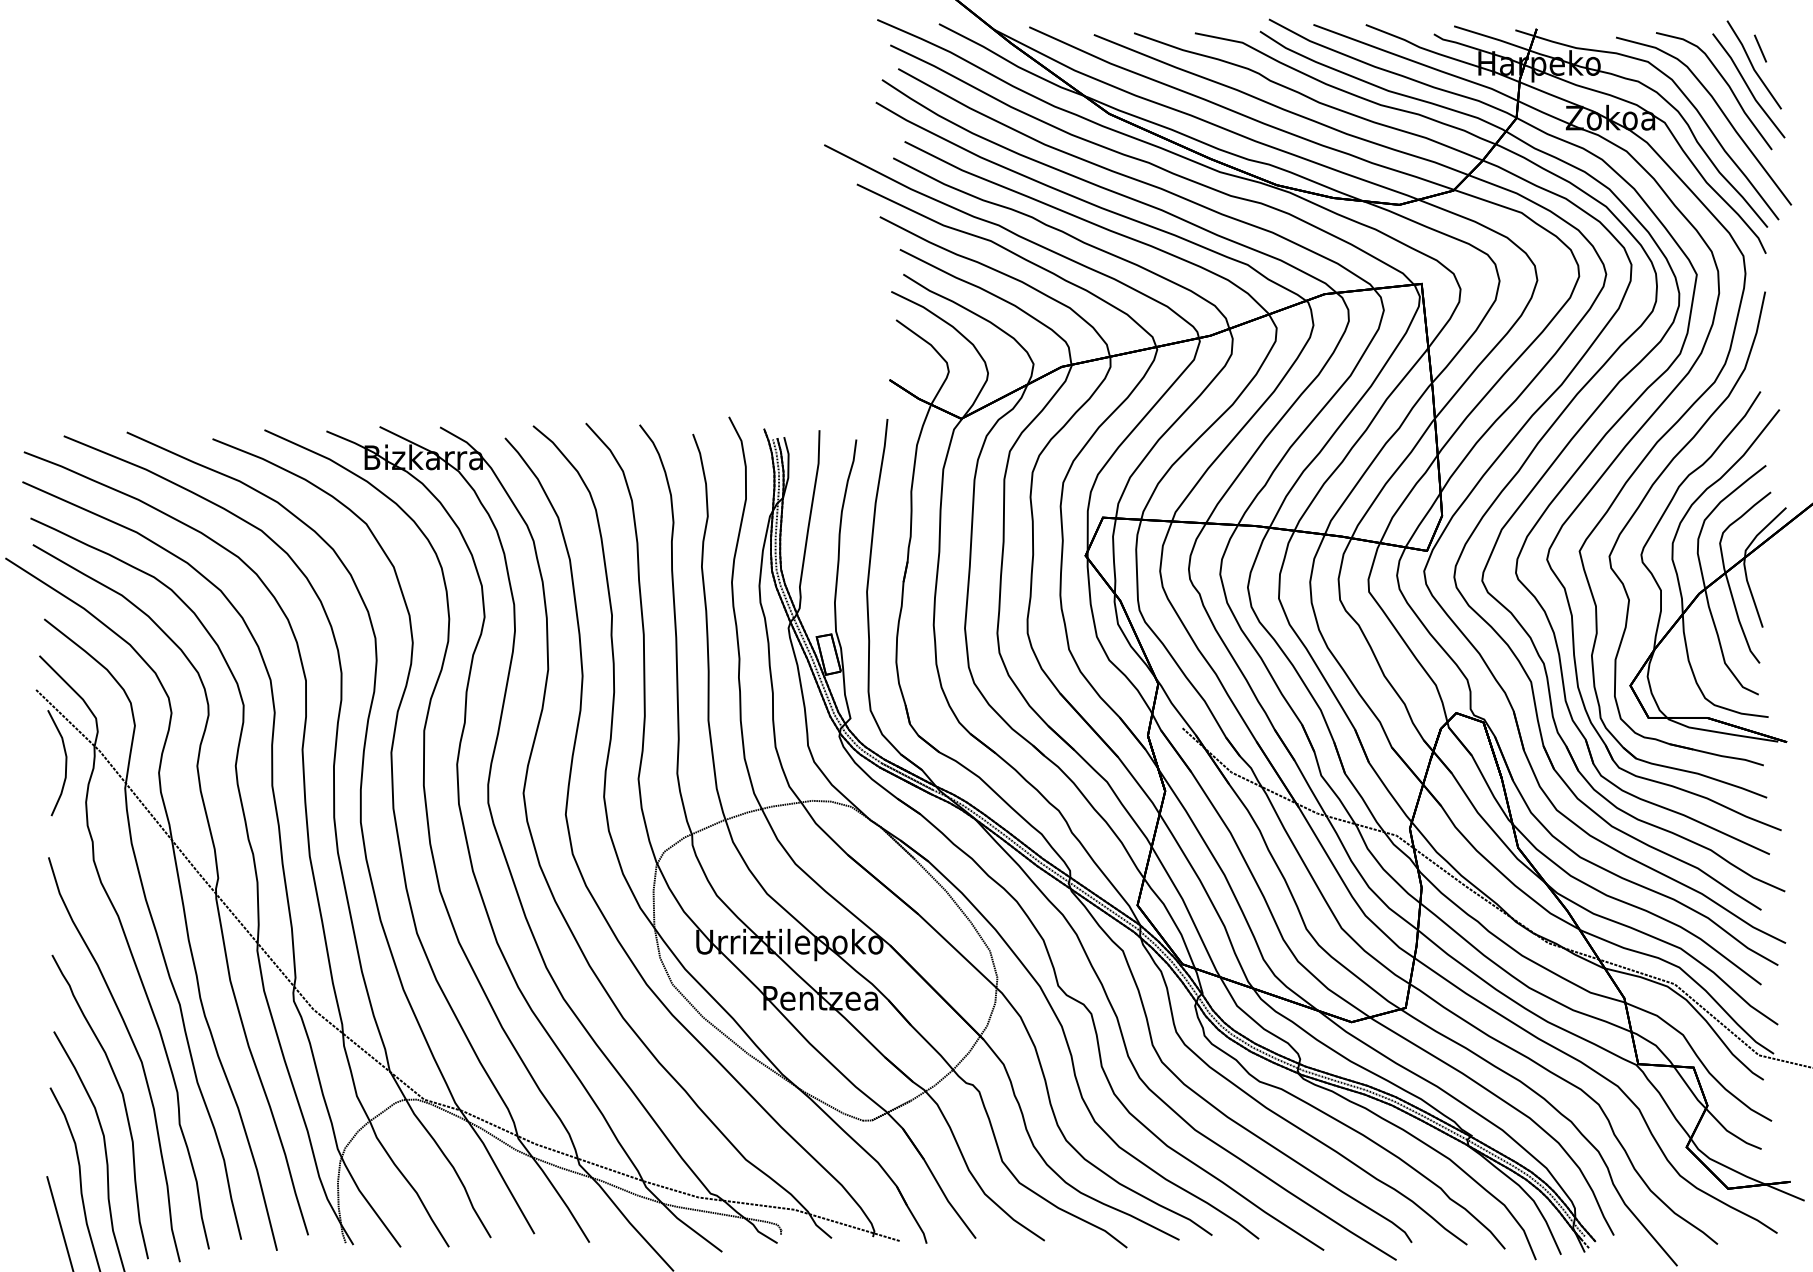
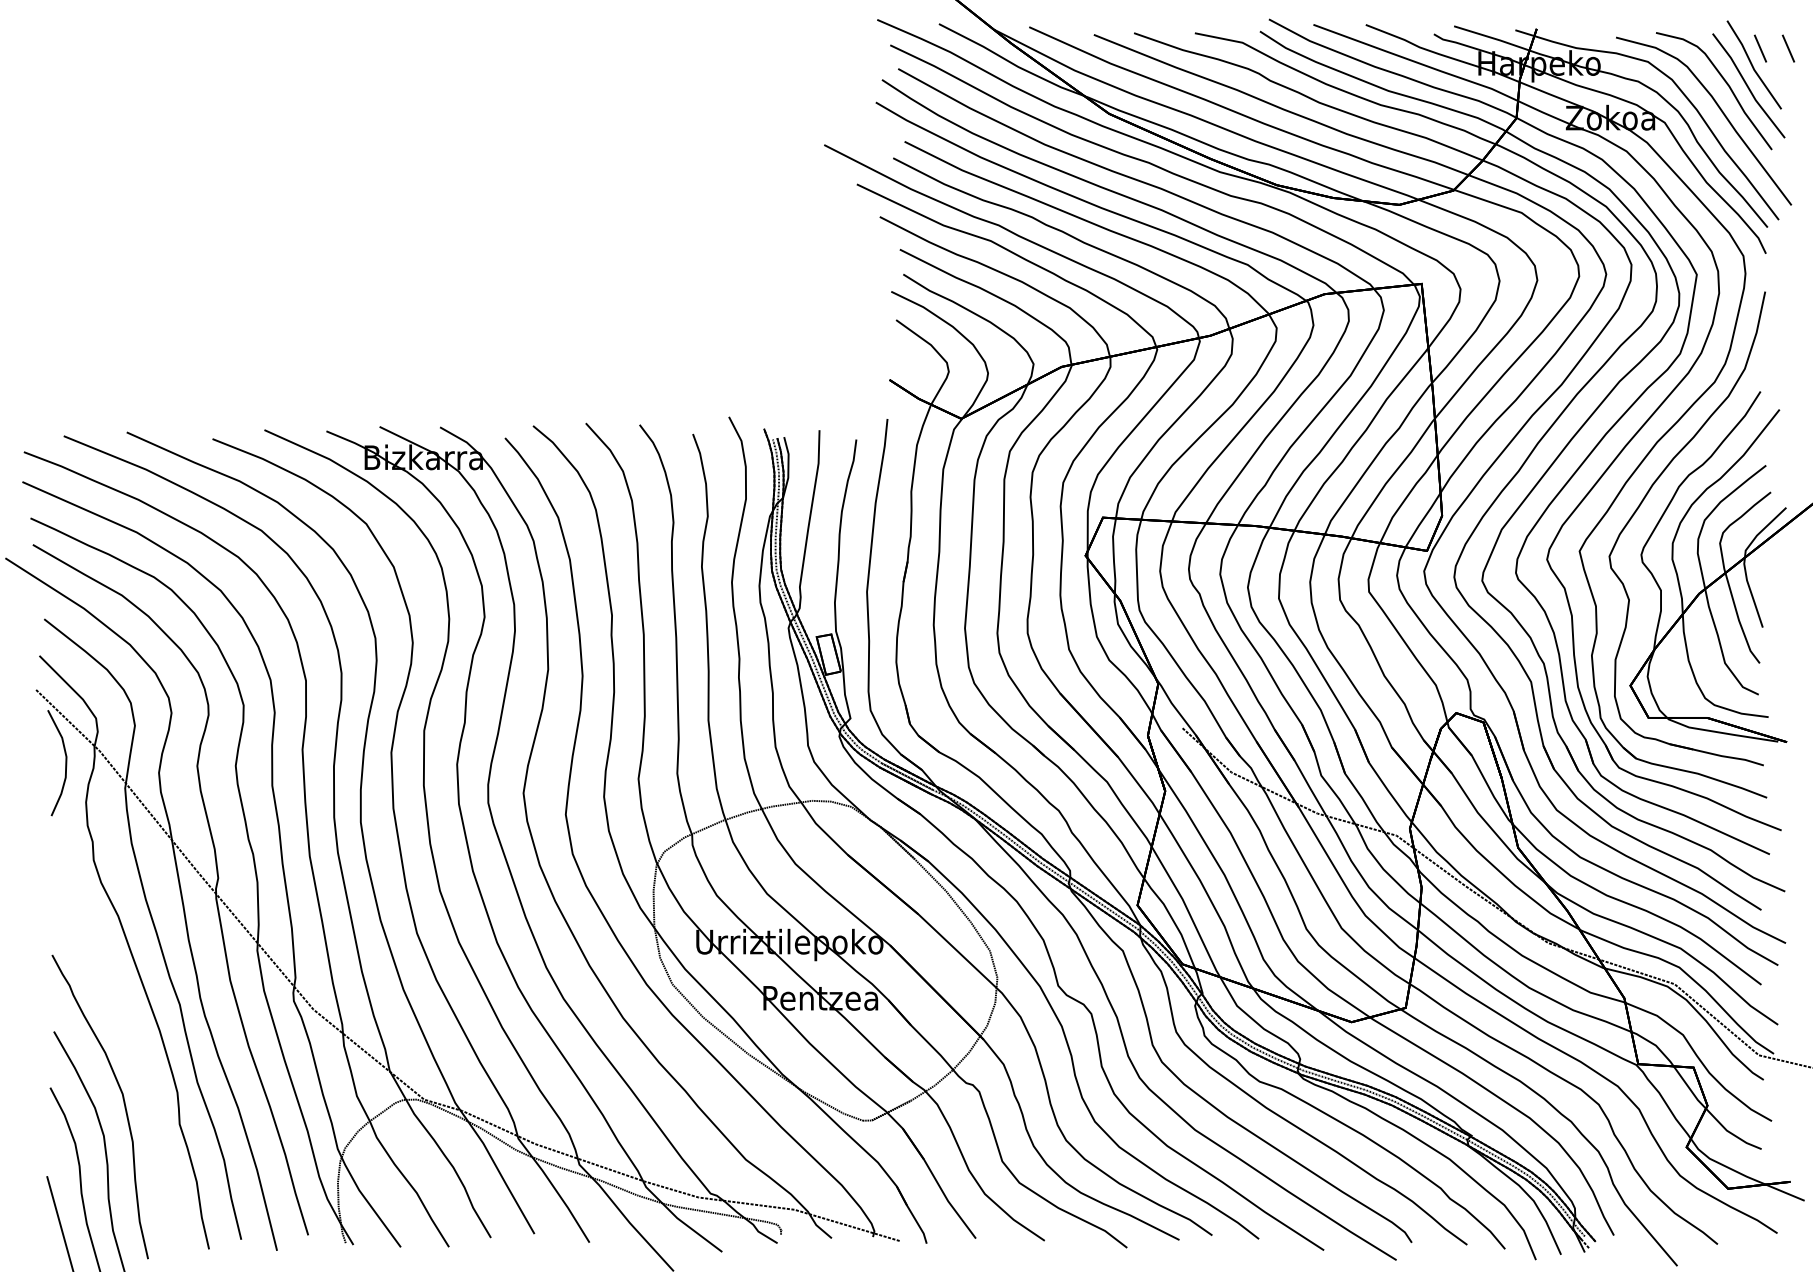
line at (1788, 48): none -> present
curve at (134, 1048): present -> none
